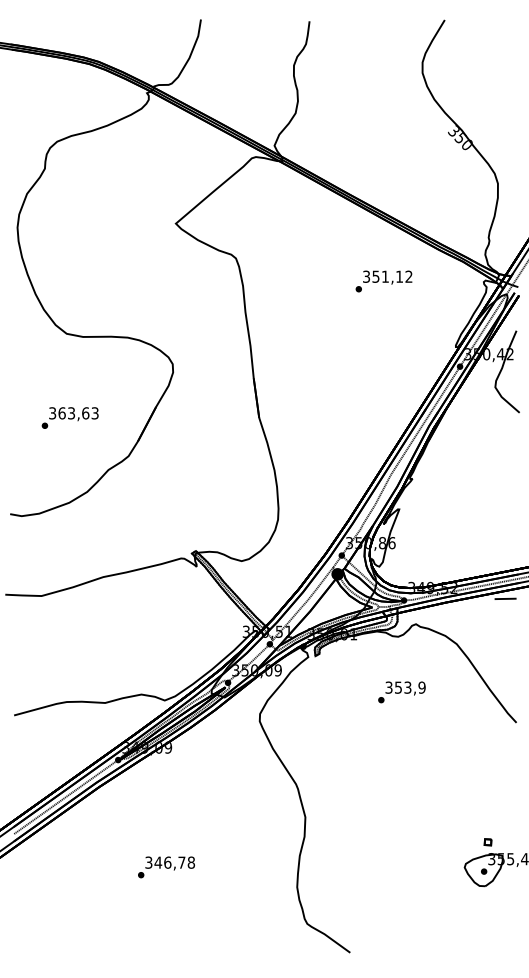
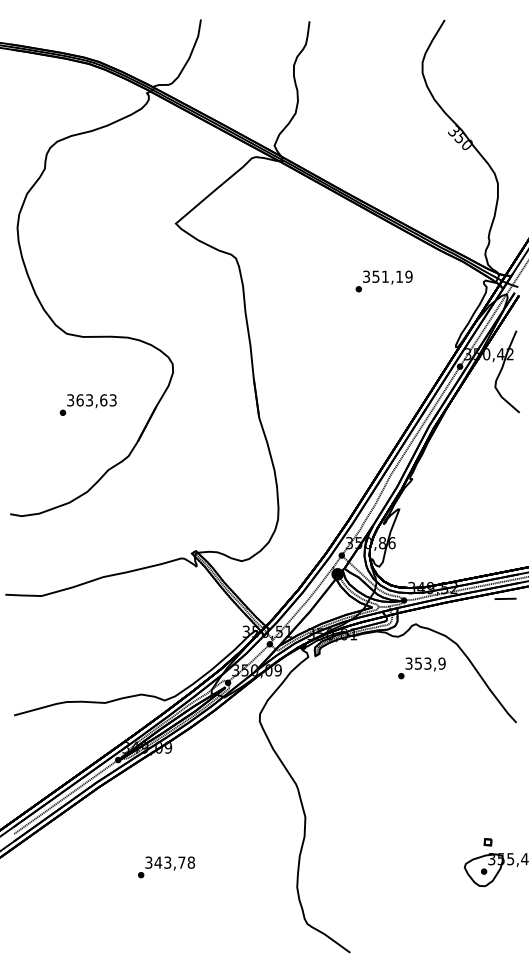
text at (408, 276): 351,12 -> 351,19
text at (69, 417) position: (69, 417) -> (87, 404)
text at (401, 692) position: (401, 692) -> (421, 668)
text at (167, 862): 346,78 -> 343,78
